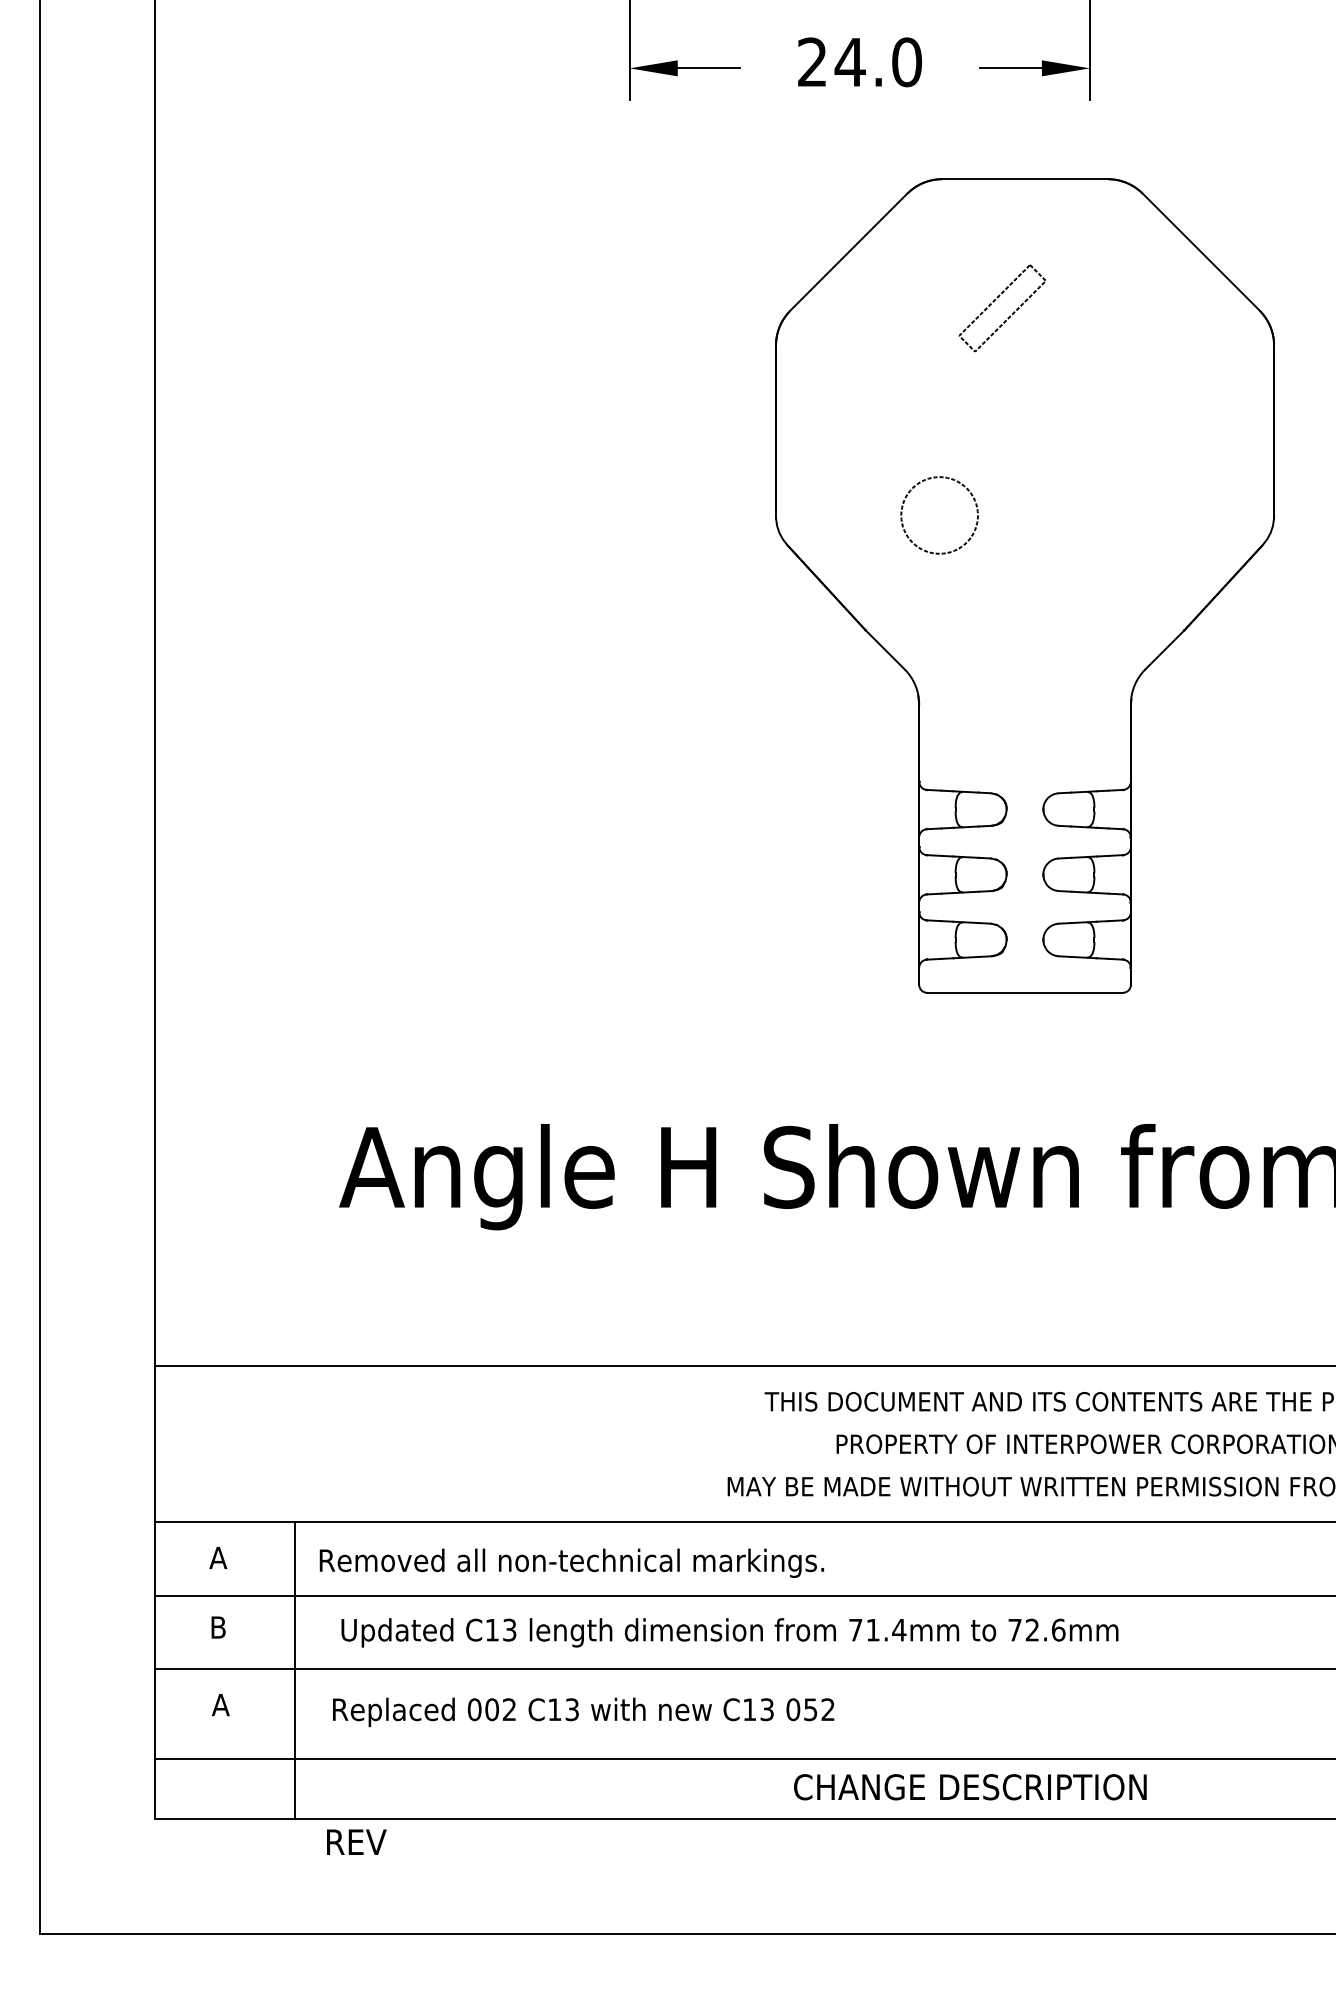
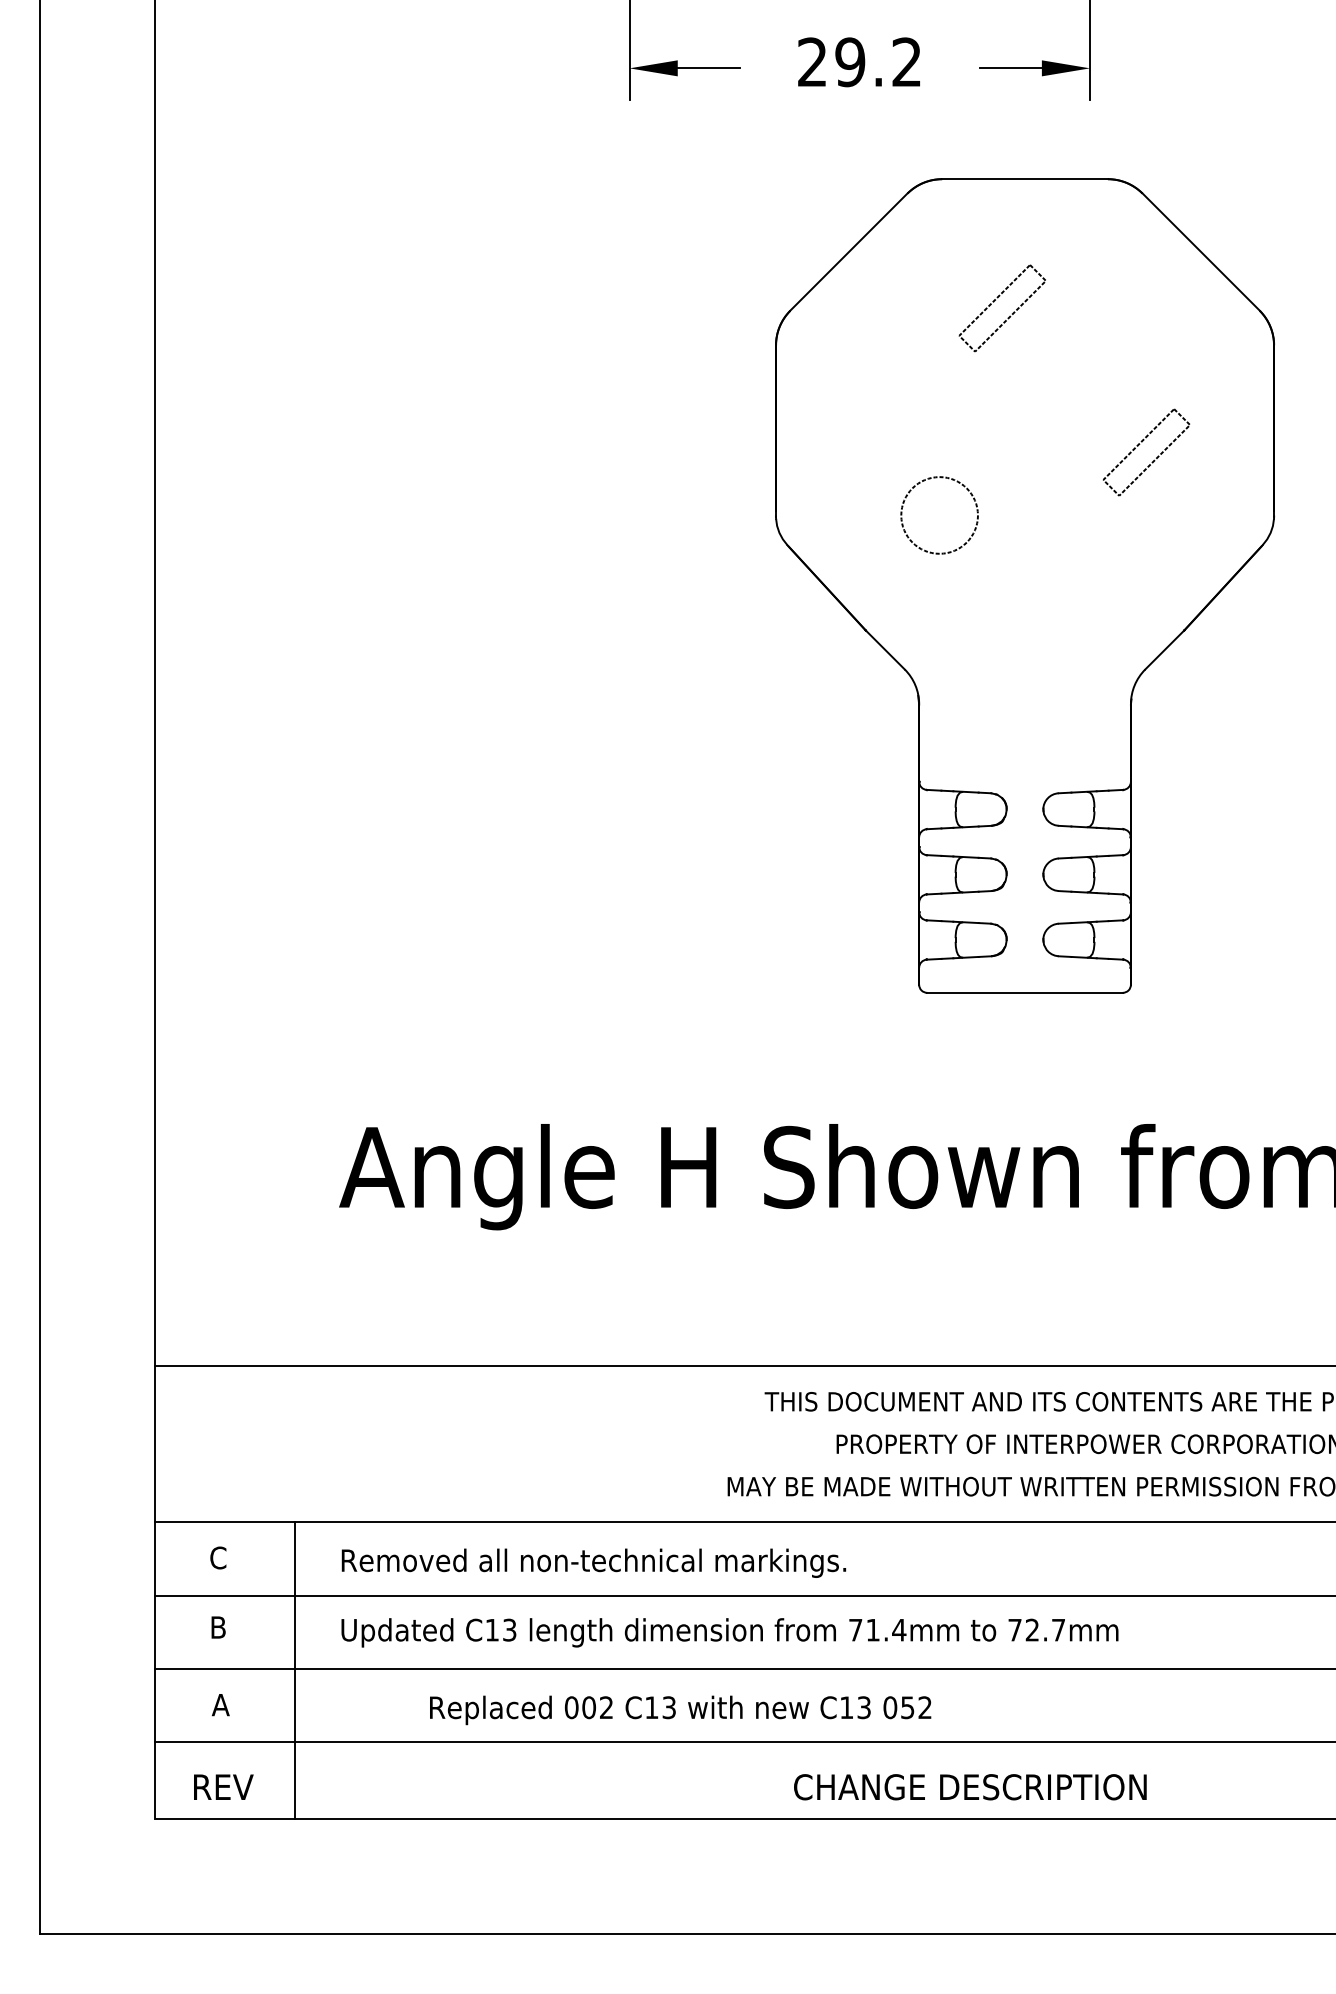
text at (877, 62): 24.0 -> 29.2
part at (1139, 445): none -> present
text at (218, 1557): A -> C
text at (571, 1562) position: (571, 1562) -> (593, 1562)
text at (1058, 1629): 72.6mm -> 72.7mm
text at (583, 1712) position: (583, 1712) -> (680, 1710)
line at (743, 1759) position: (743, 1759) -> (743, 1742)
text at (356, 1841) position: (356, 1841) -> (223, 1786)
